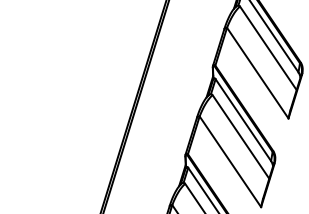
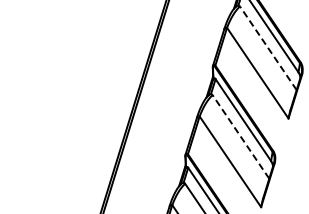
line at (268, 47): solid -> dashed
line at (240, 136): solid -> dashed
